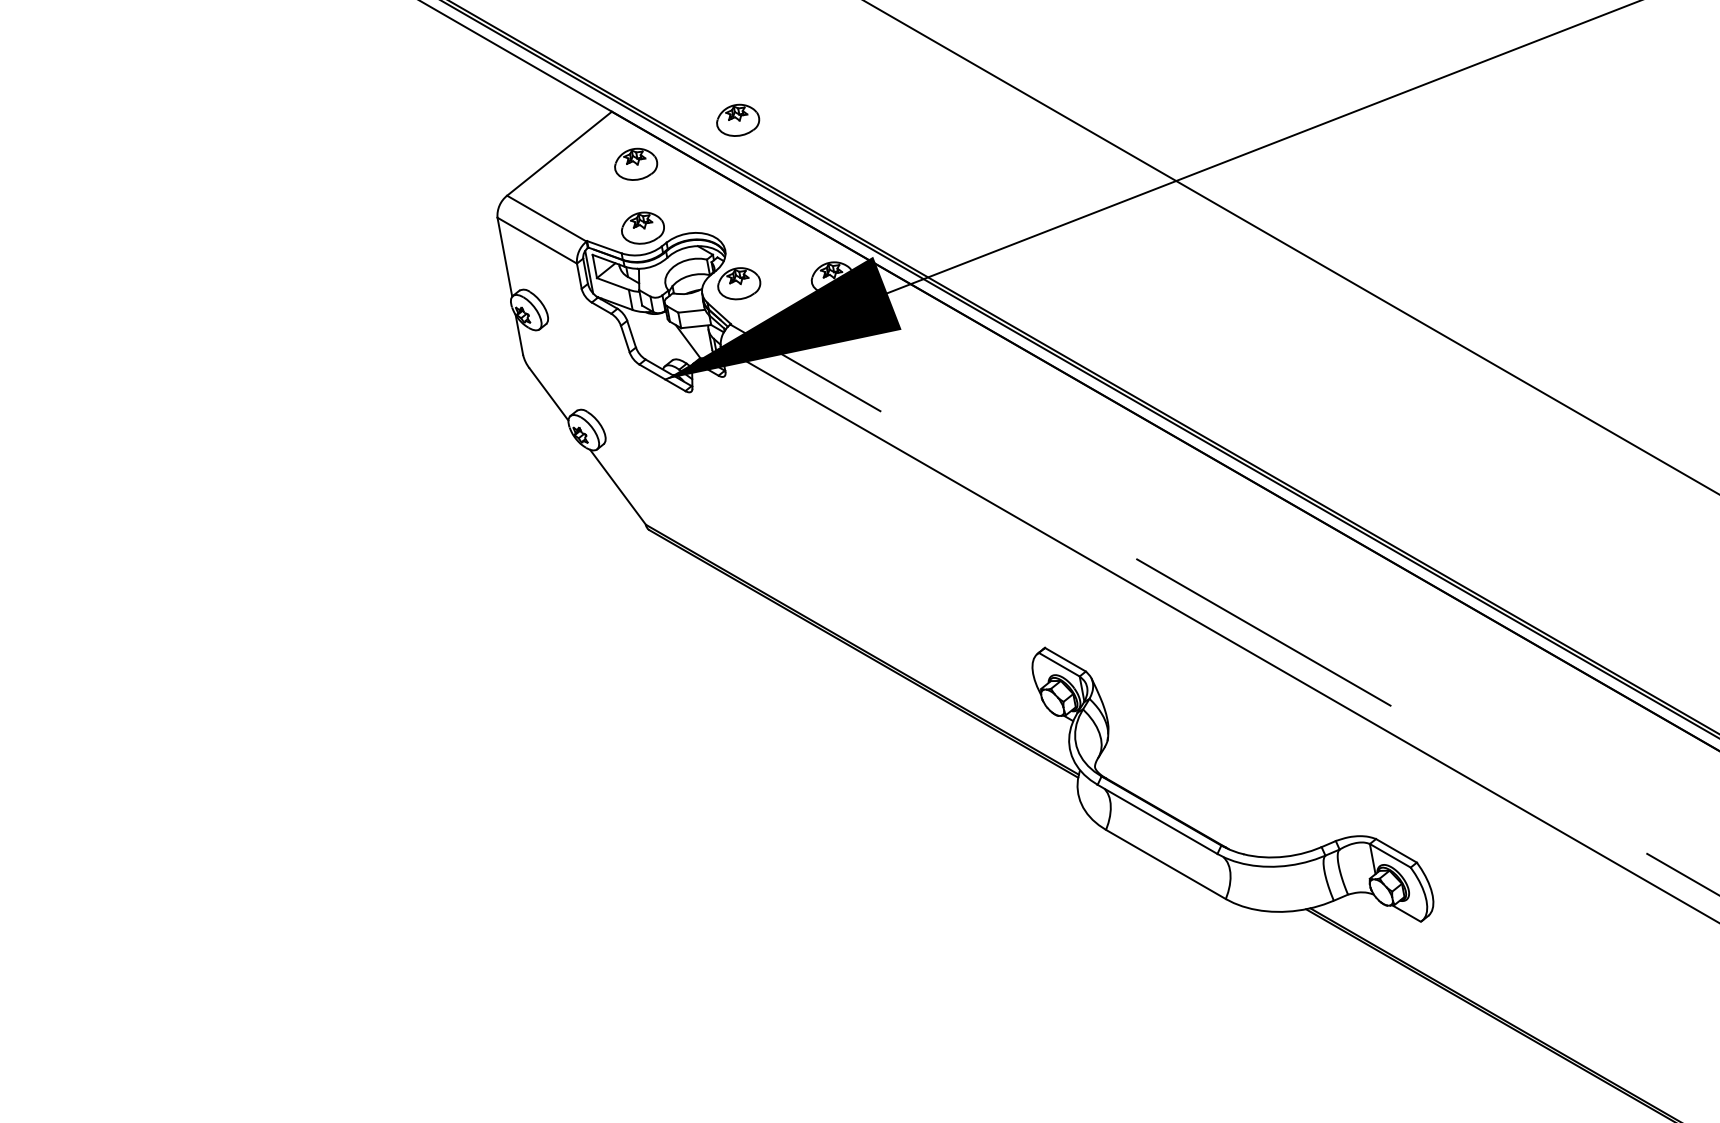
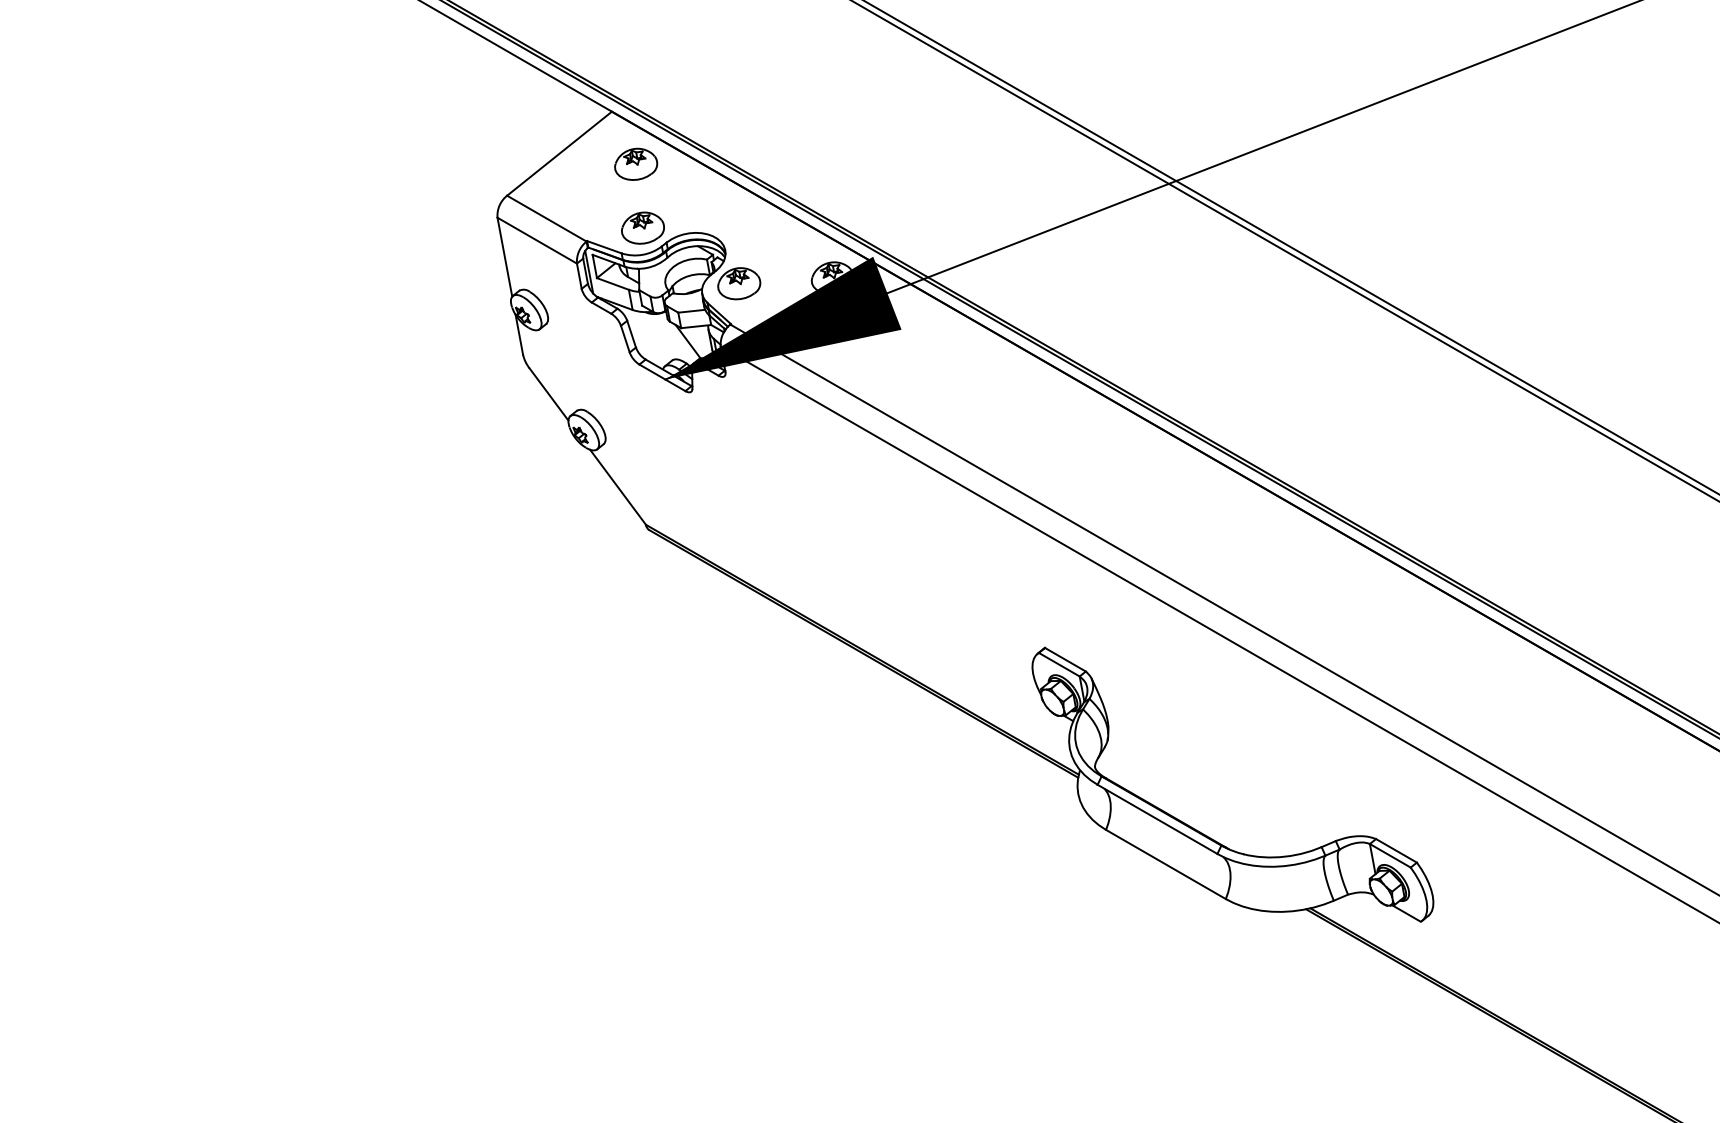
part at (738, 119): present -> none
line at (1285, 251): none -> present
line at (1224, 609): dashed -> solid
